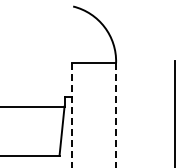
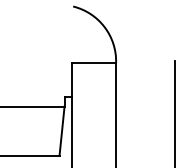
line at (71, 115): dashed -> solid
line at (116, 115): dashed -> solid
